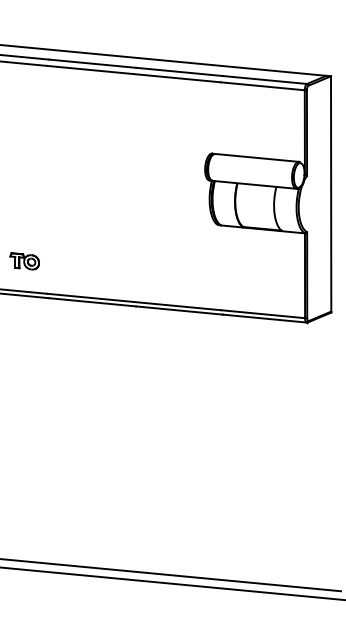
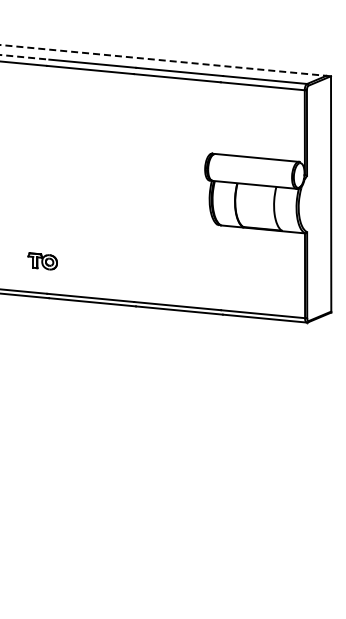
line at (25, 57): solid -> dashed
line at (166, 60): solid -> dashed
part at (24, 261) position: (24, 261) -> (42, 261)
line at (171, 575): present -> none
line at (172, 583): present -> none
